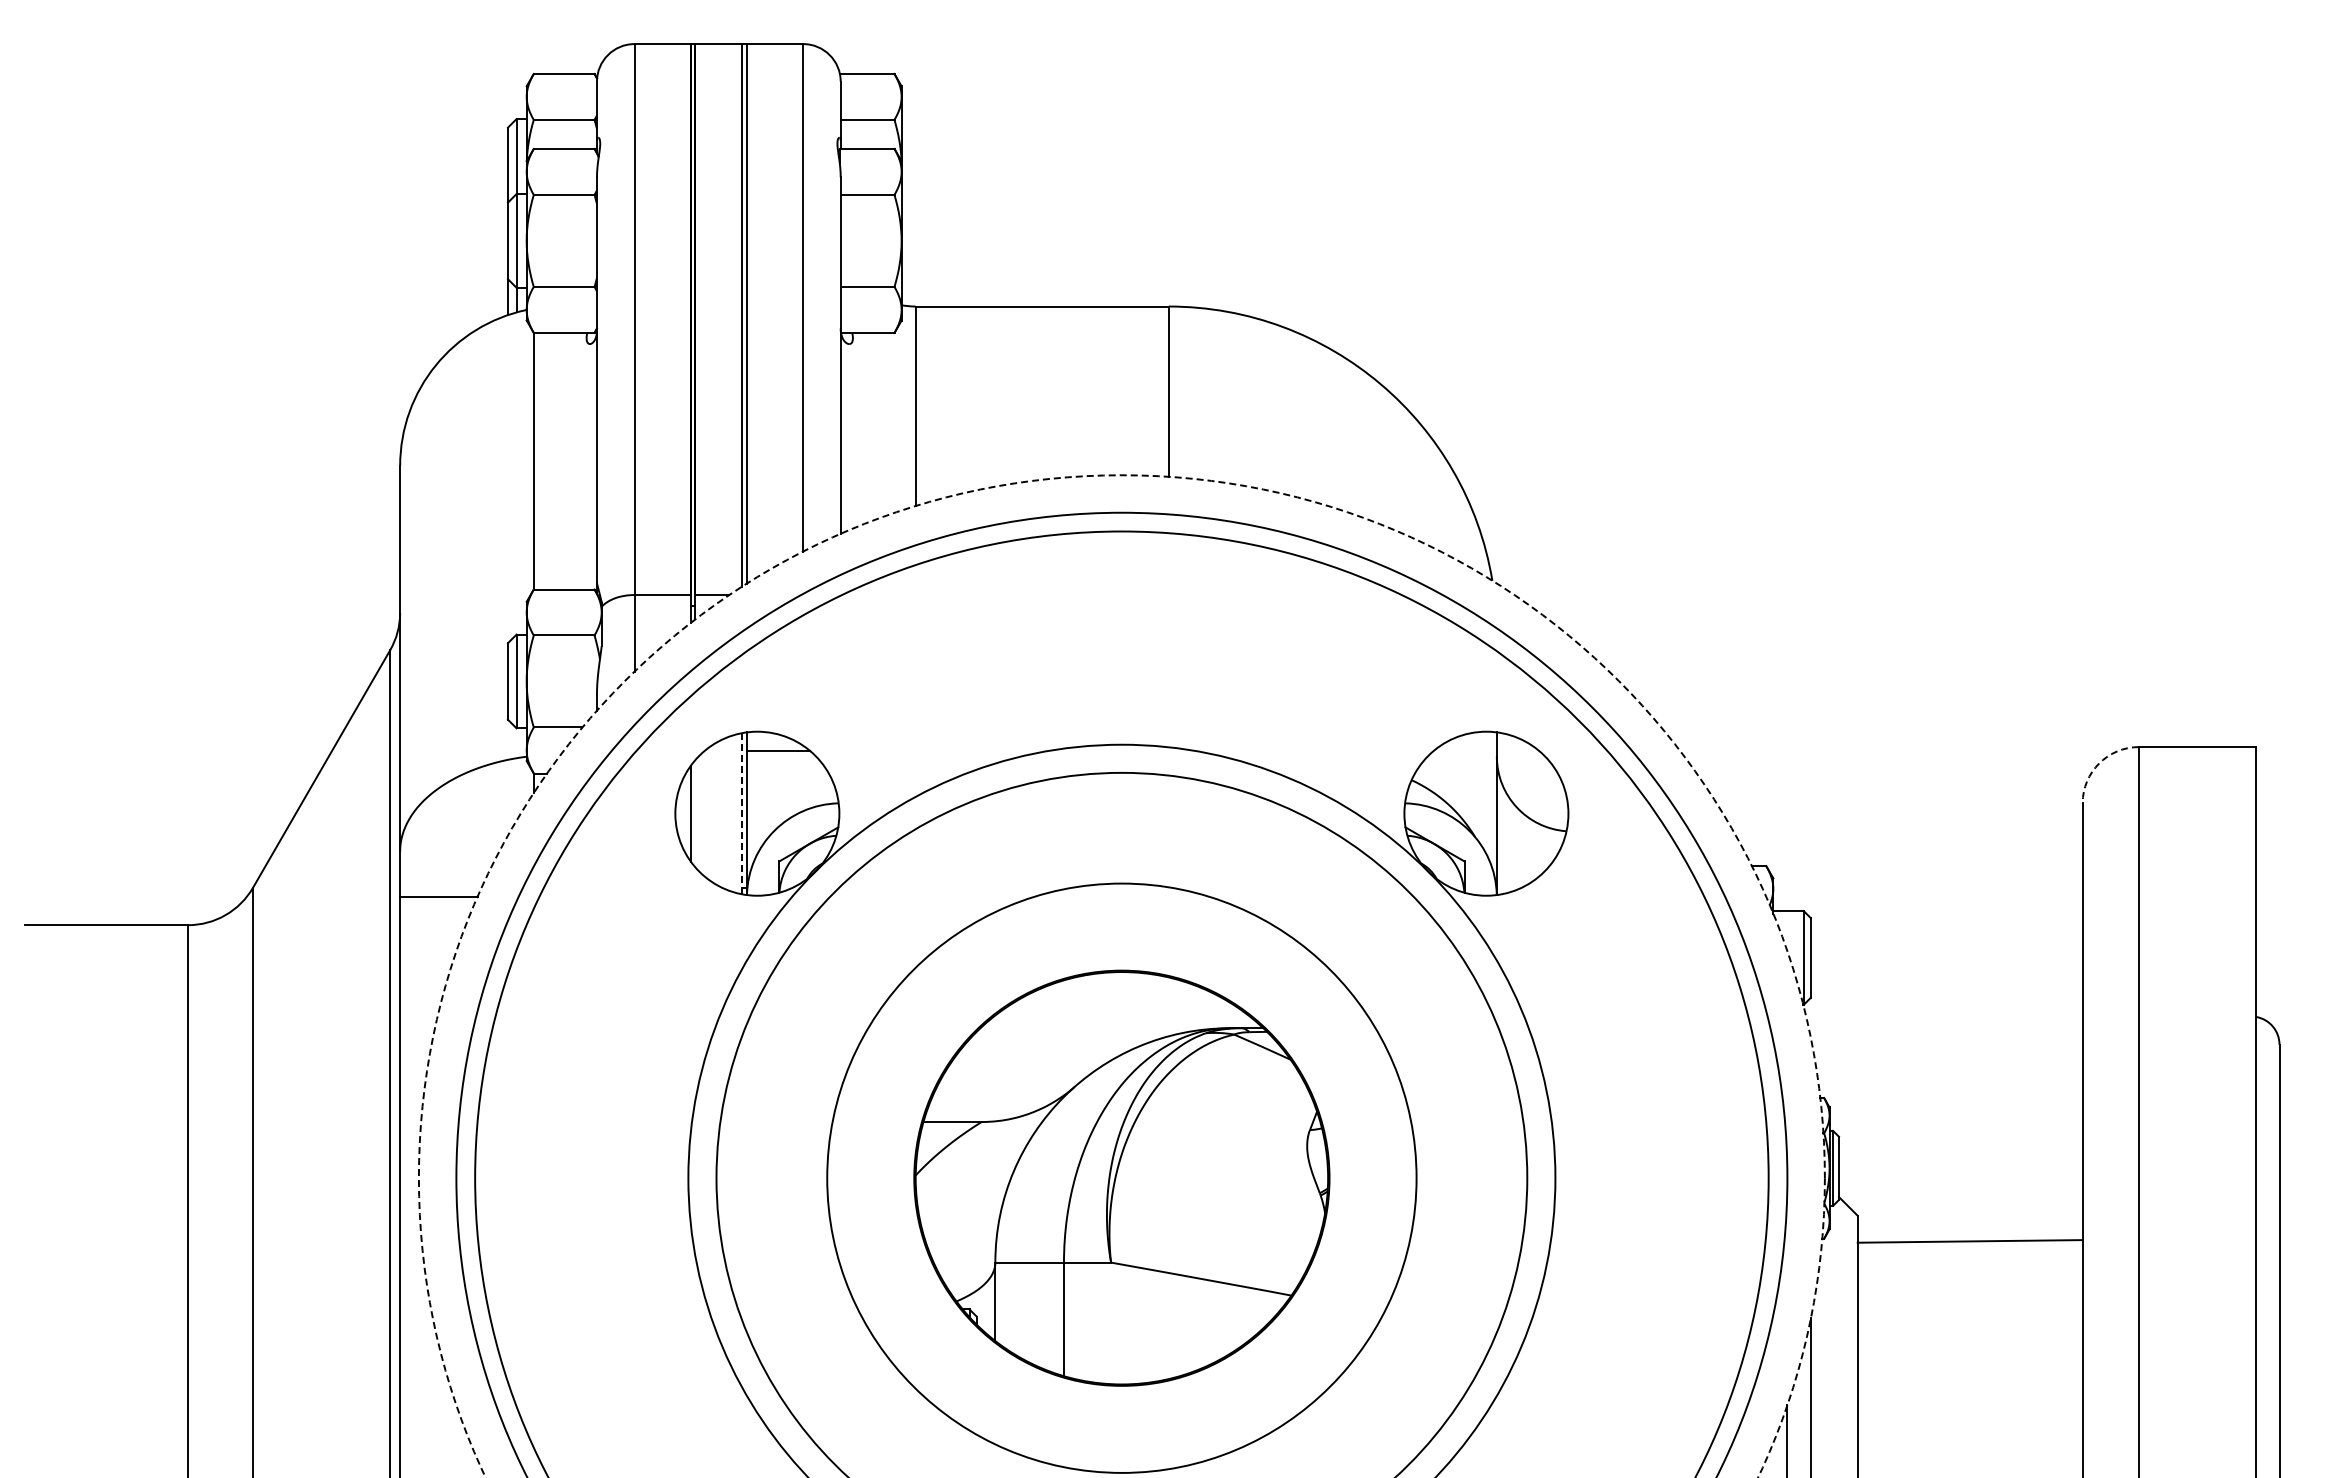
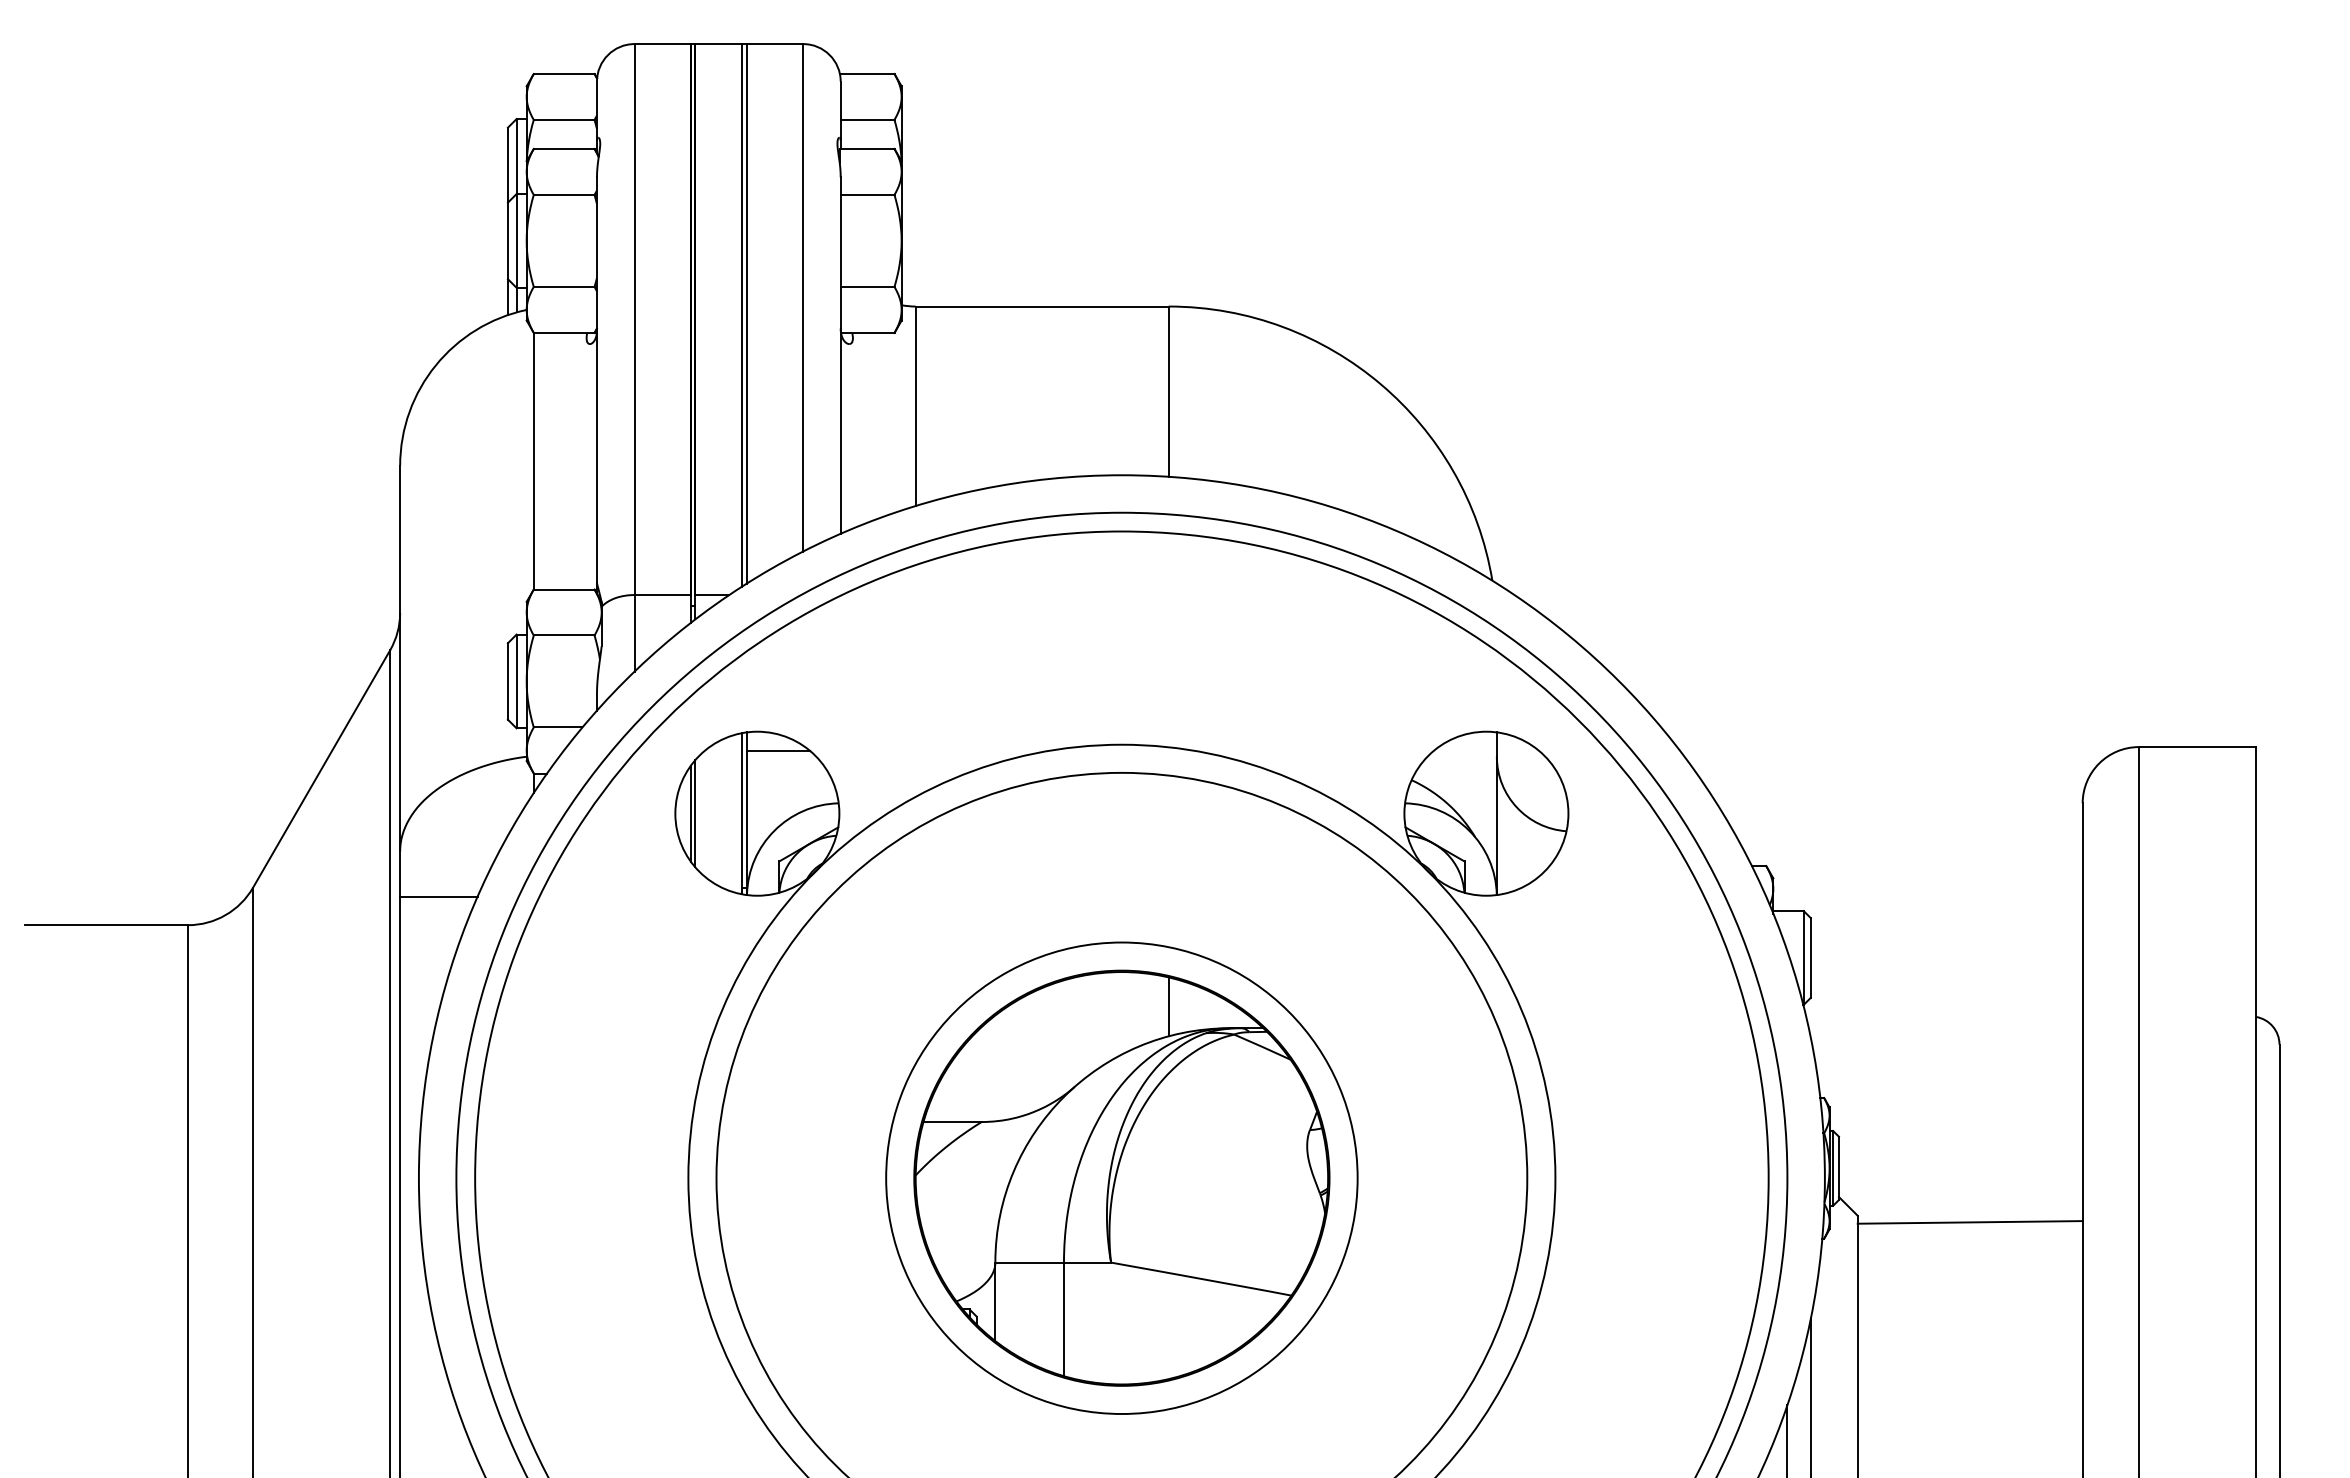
arc at (2099, 763): dashed -> solid
line at (695, 813): none -> present
line at (742, 813): dashed -> solid
circle at (1121, 976): dashed -> solid
line at (1168, 1006): none -> present
circle at (1121, 1177) diameter: 589 px -> 471 px
line at (1969, 1241) position: (1969, 1241) -> (1969, 1222)
